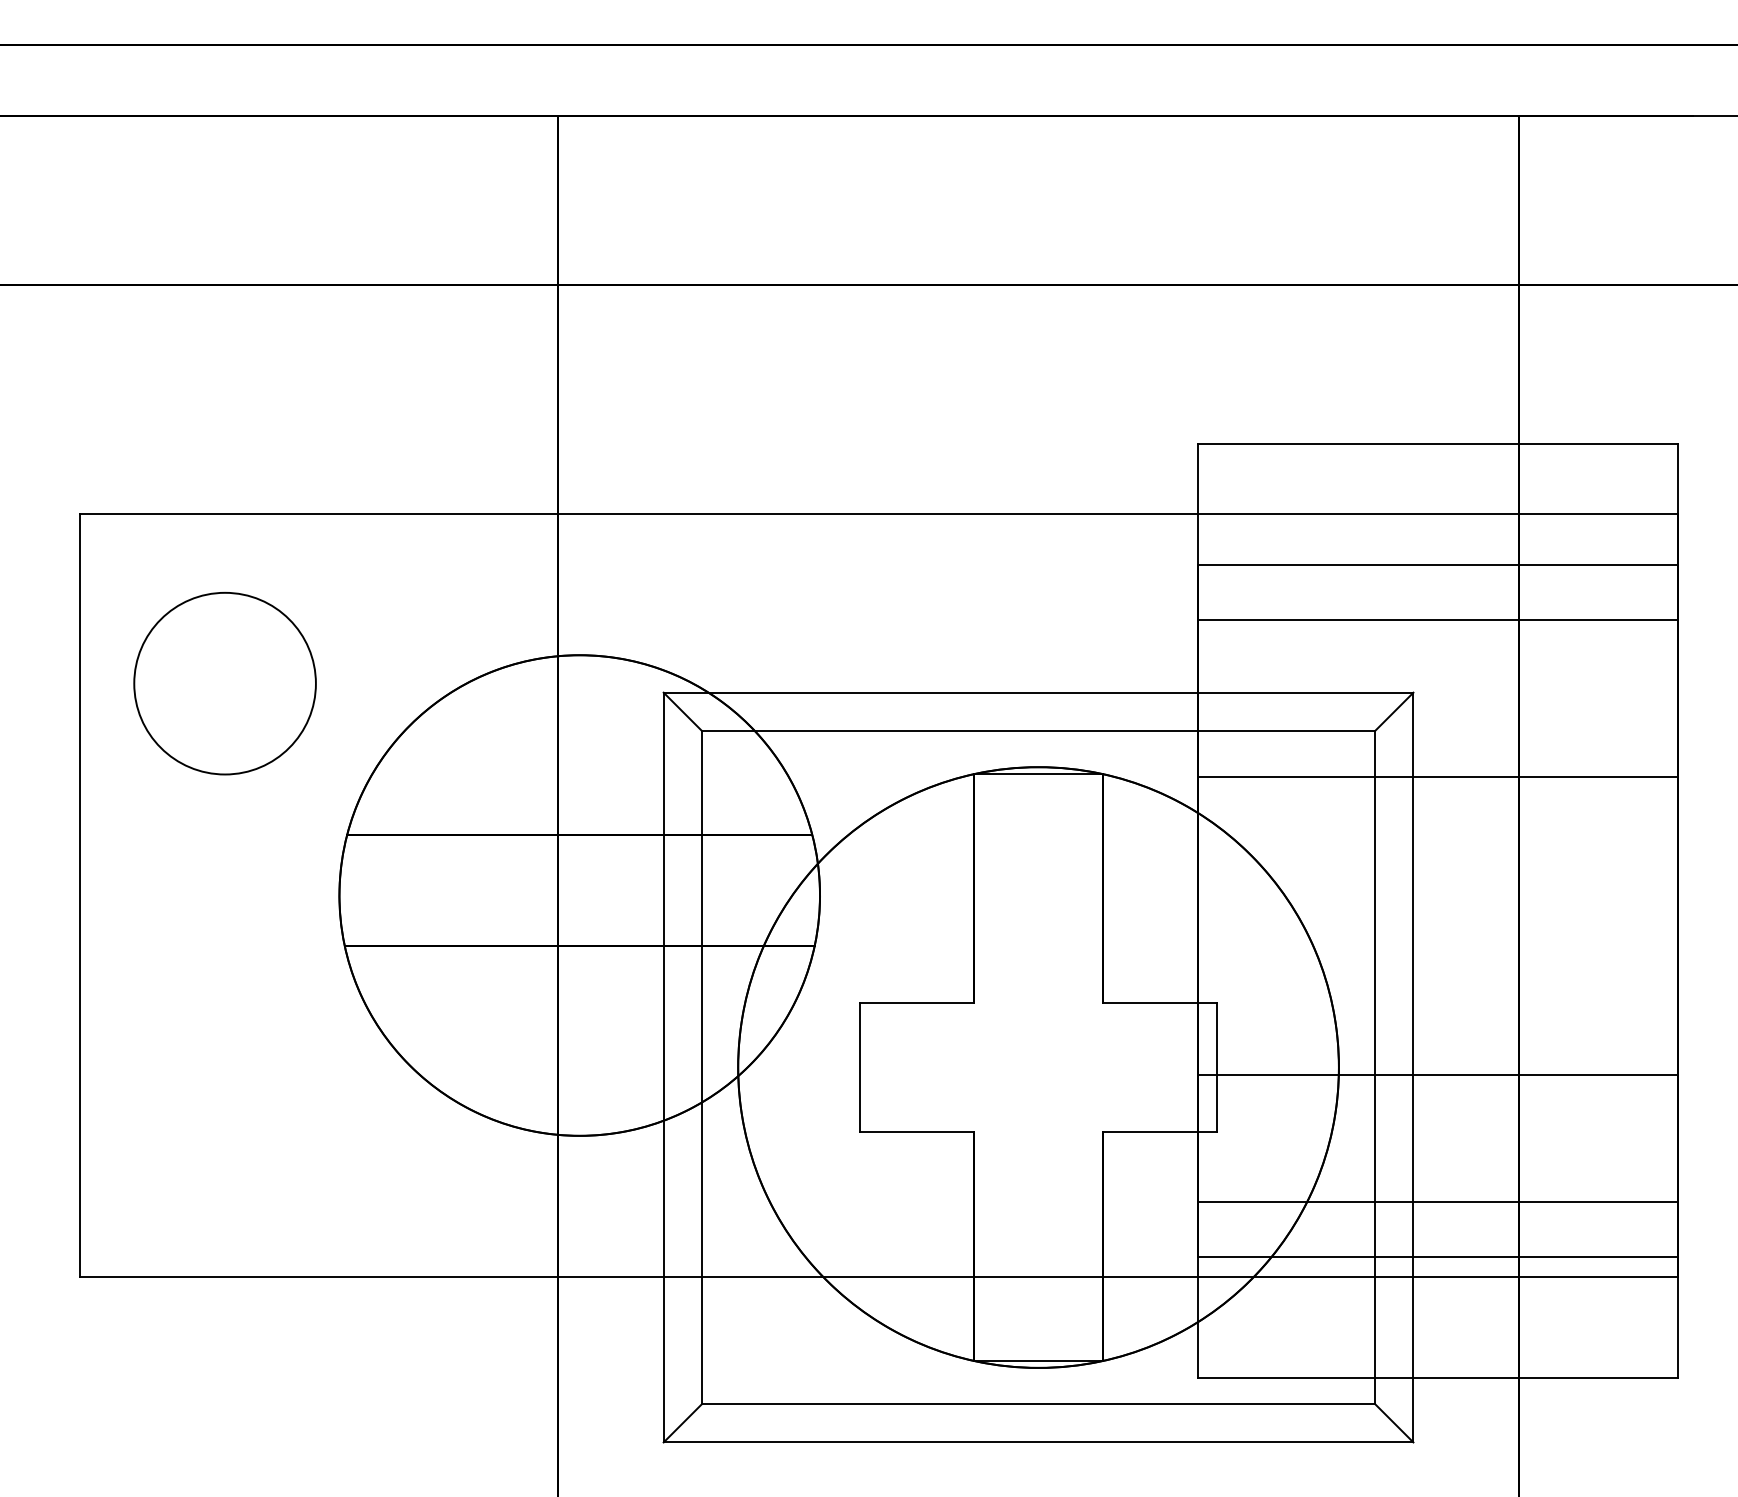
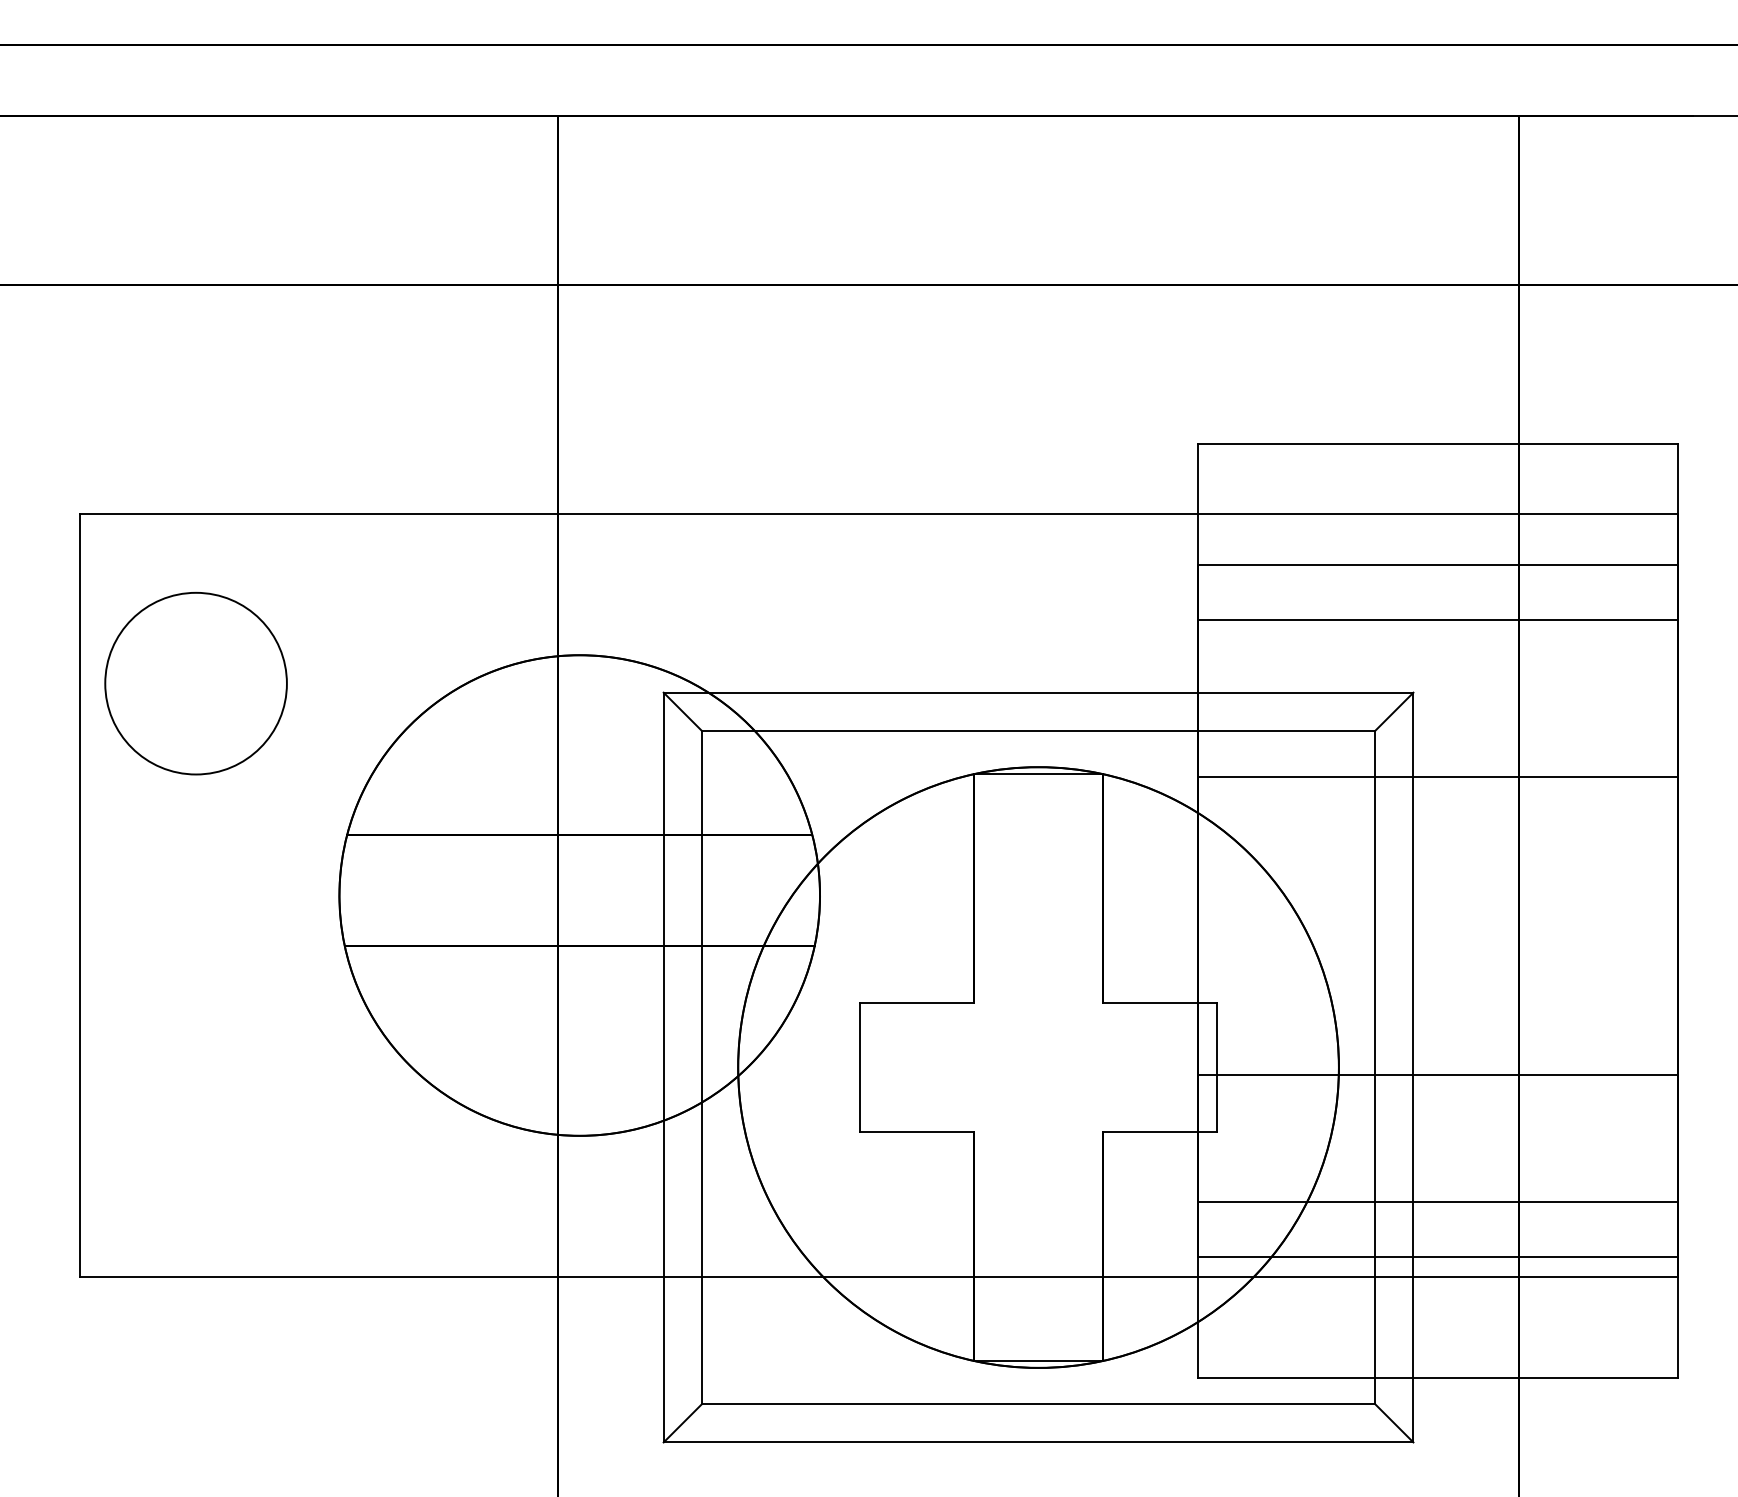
circle at (224, 683) position: (224, 683) -> (195, 683)
